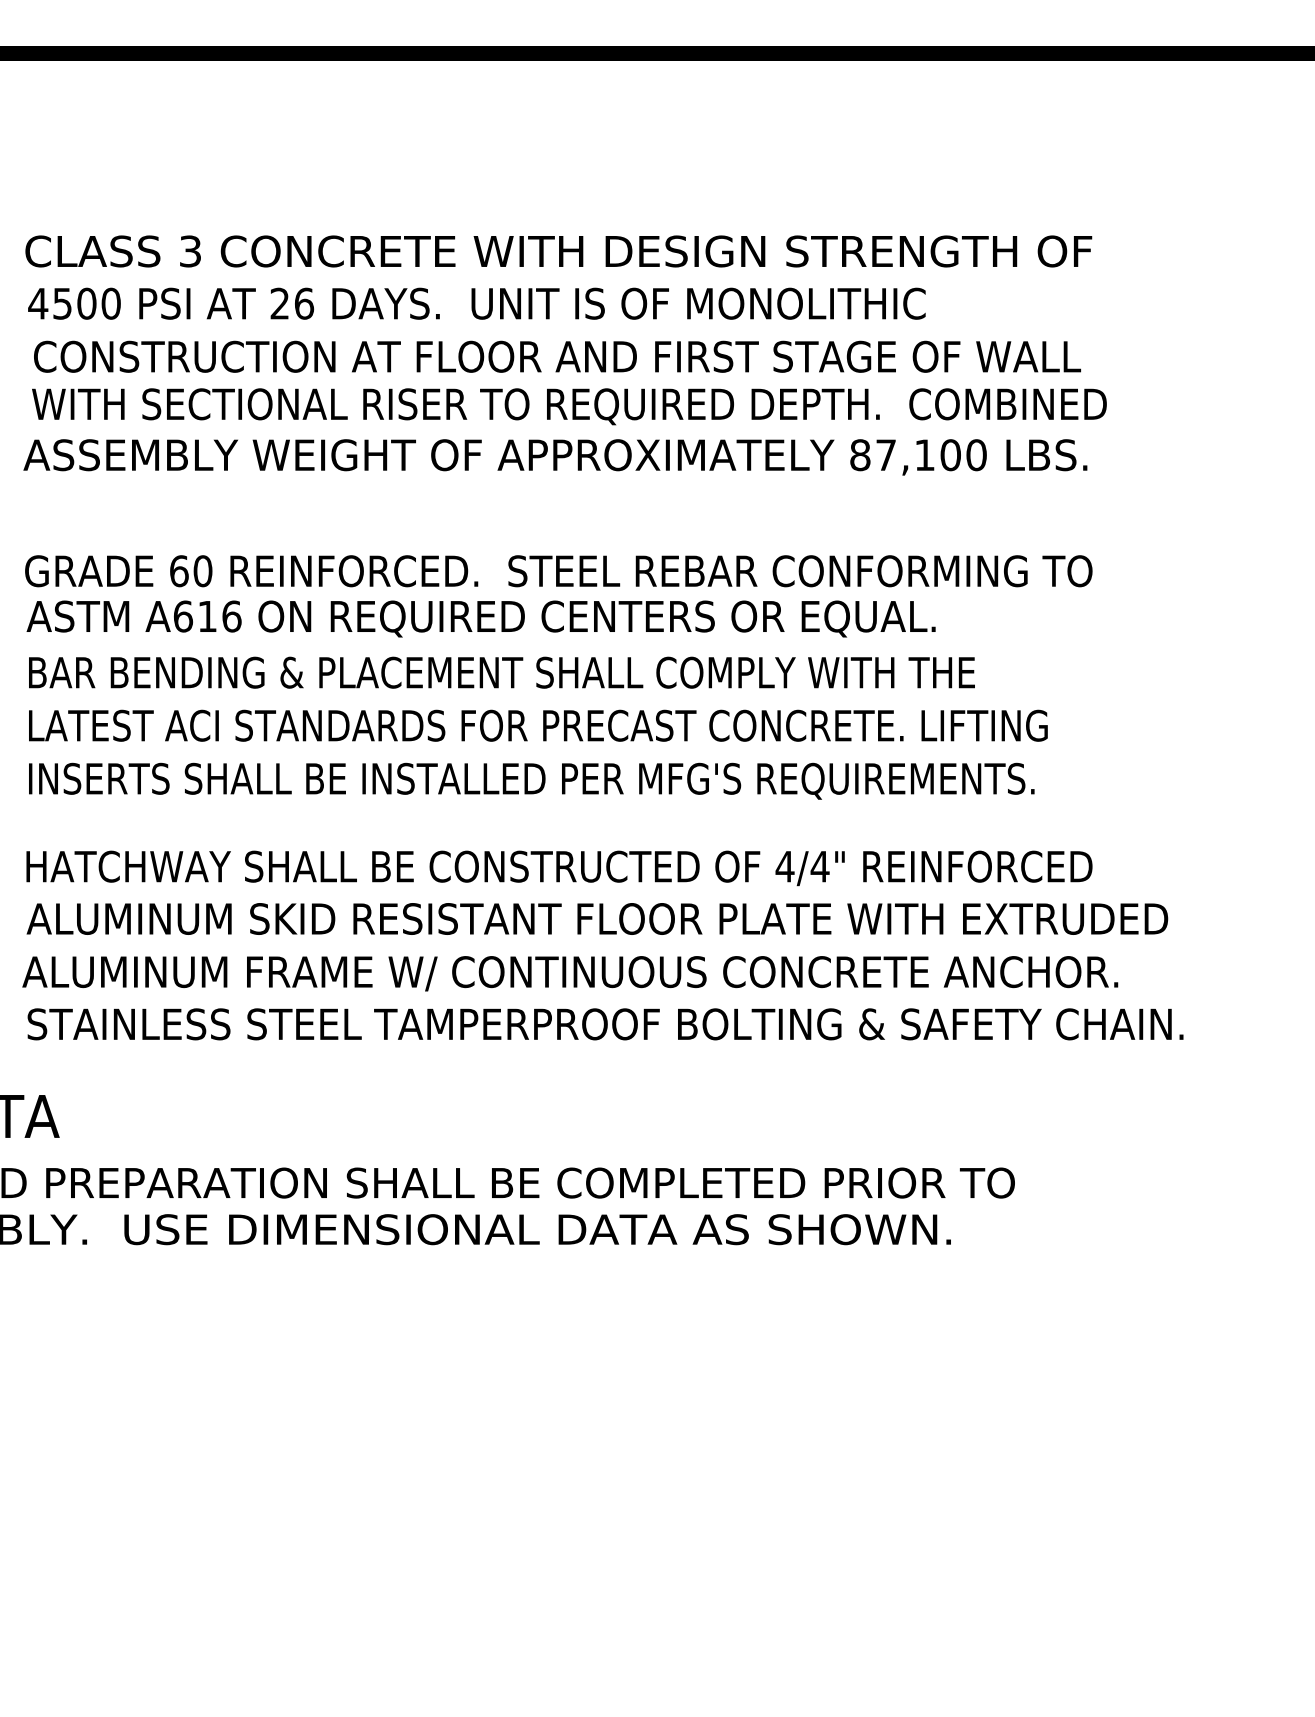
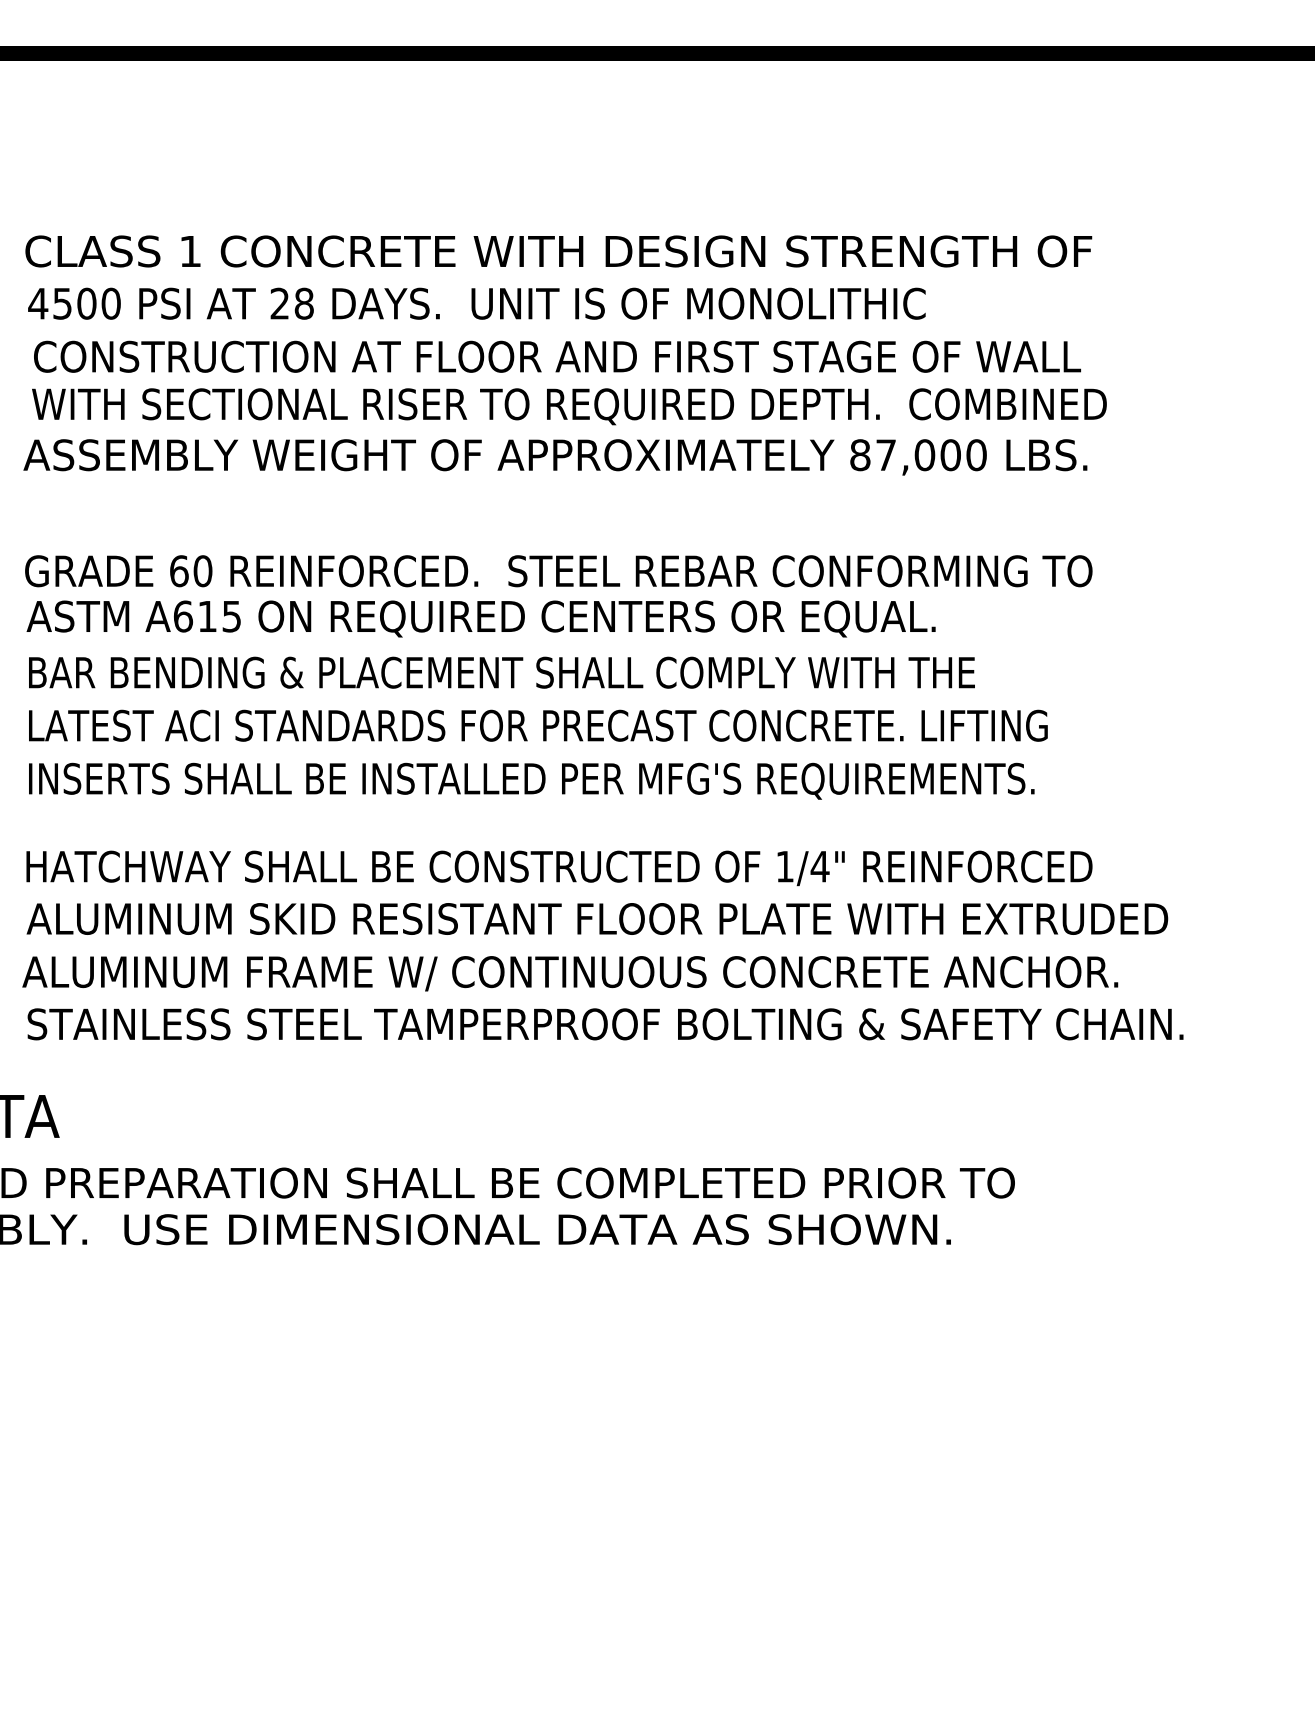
text at (190, 251): 3 -> 1
text at (304, 303): 26 -> 28
text at (924, 455): 87,100 -> 87,000
text at (231, 616): A616 -> A615
text at (784, 866): 4/4" -> 1/4"
